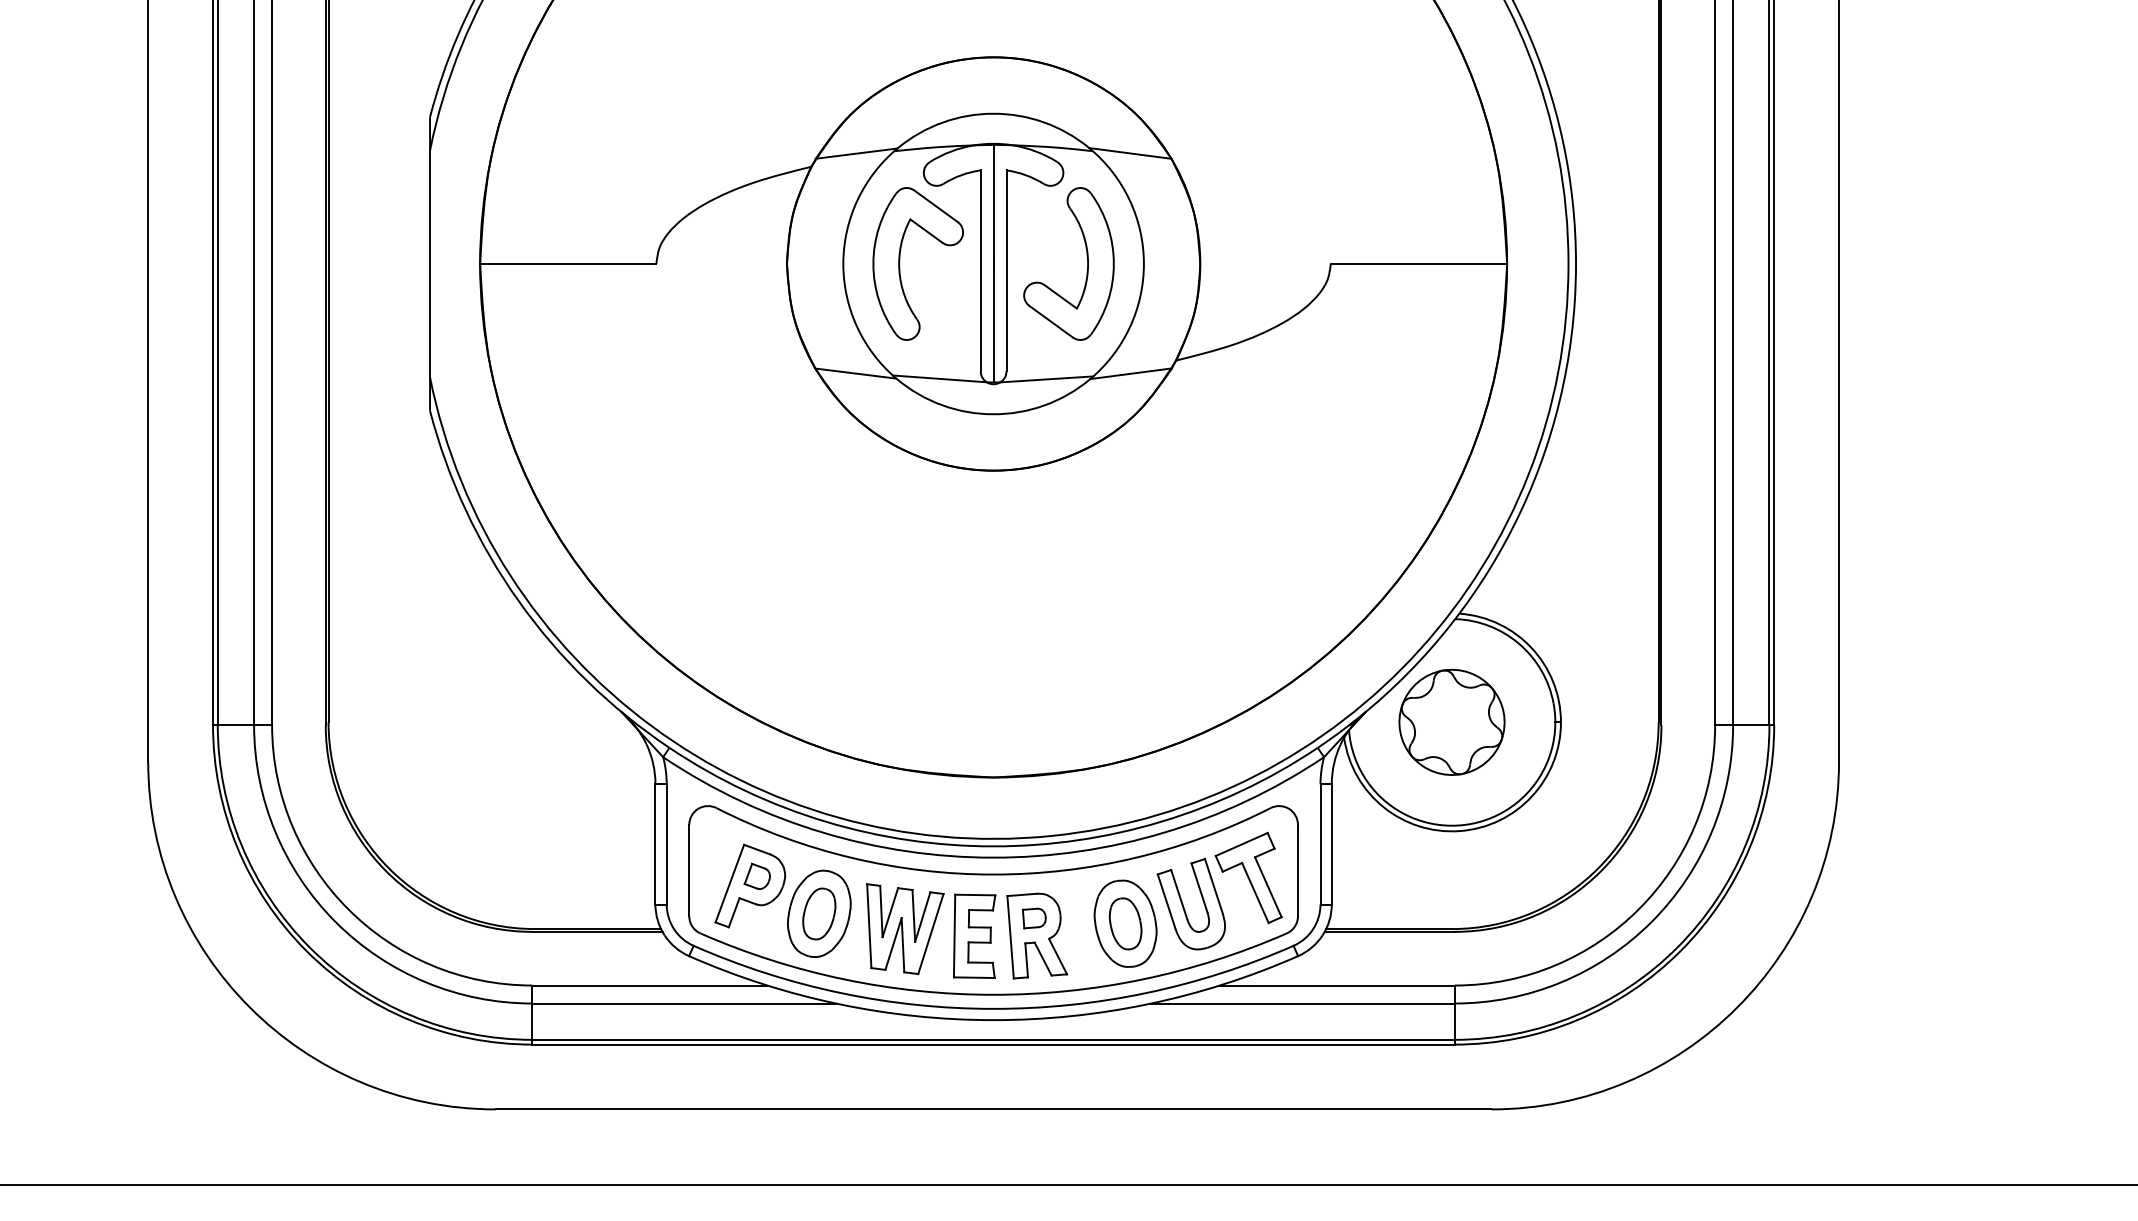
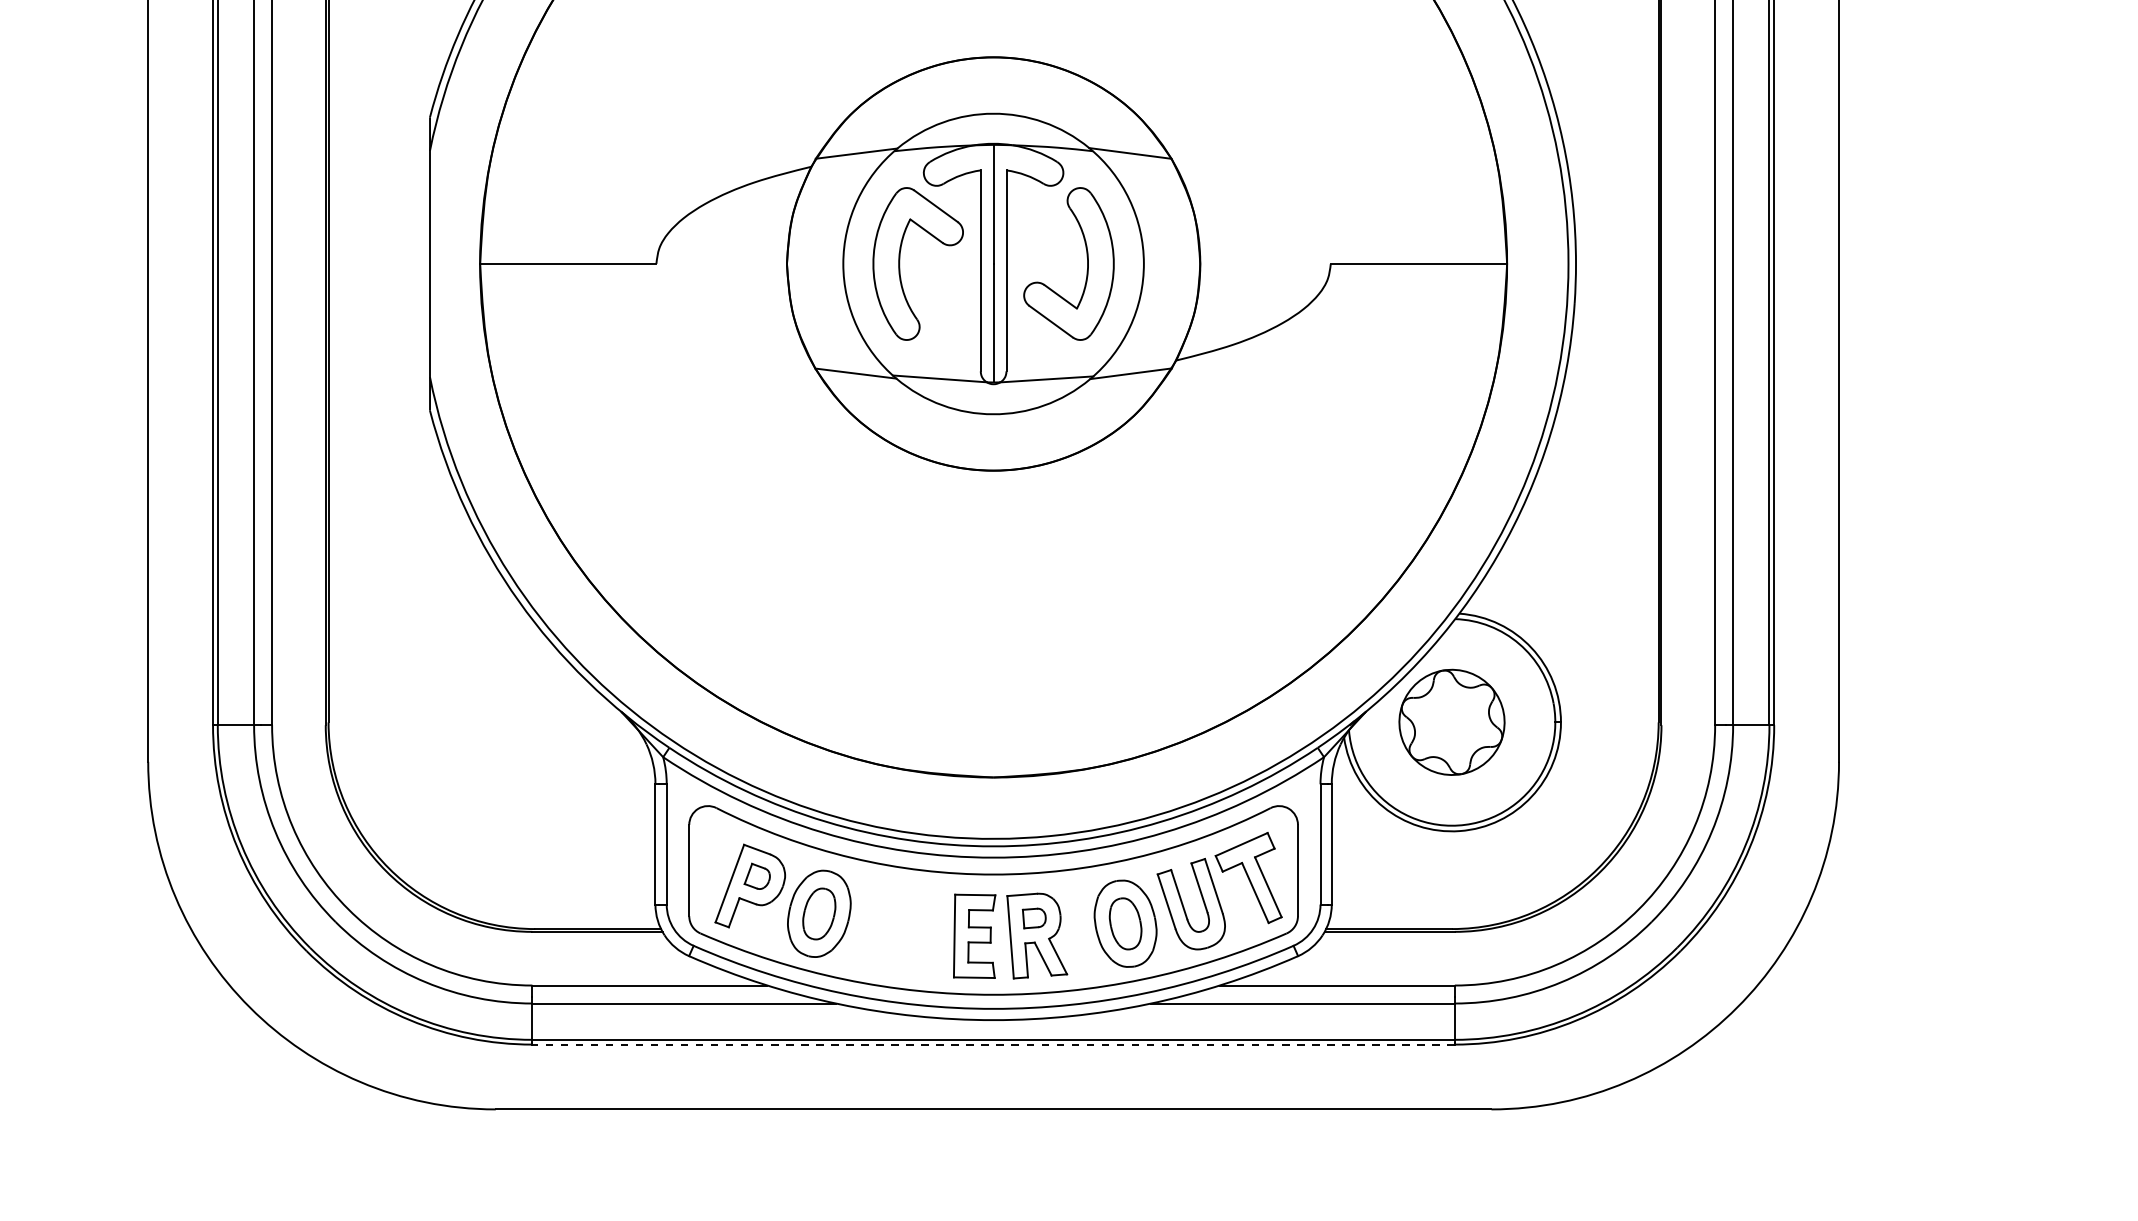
part at (905, 929): present -> none
line at (993, 1044): solid -> dashed
line at (1068, 1184): present -> none
